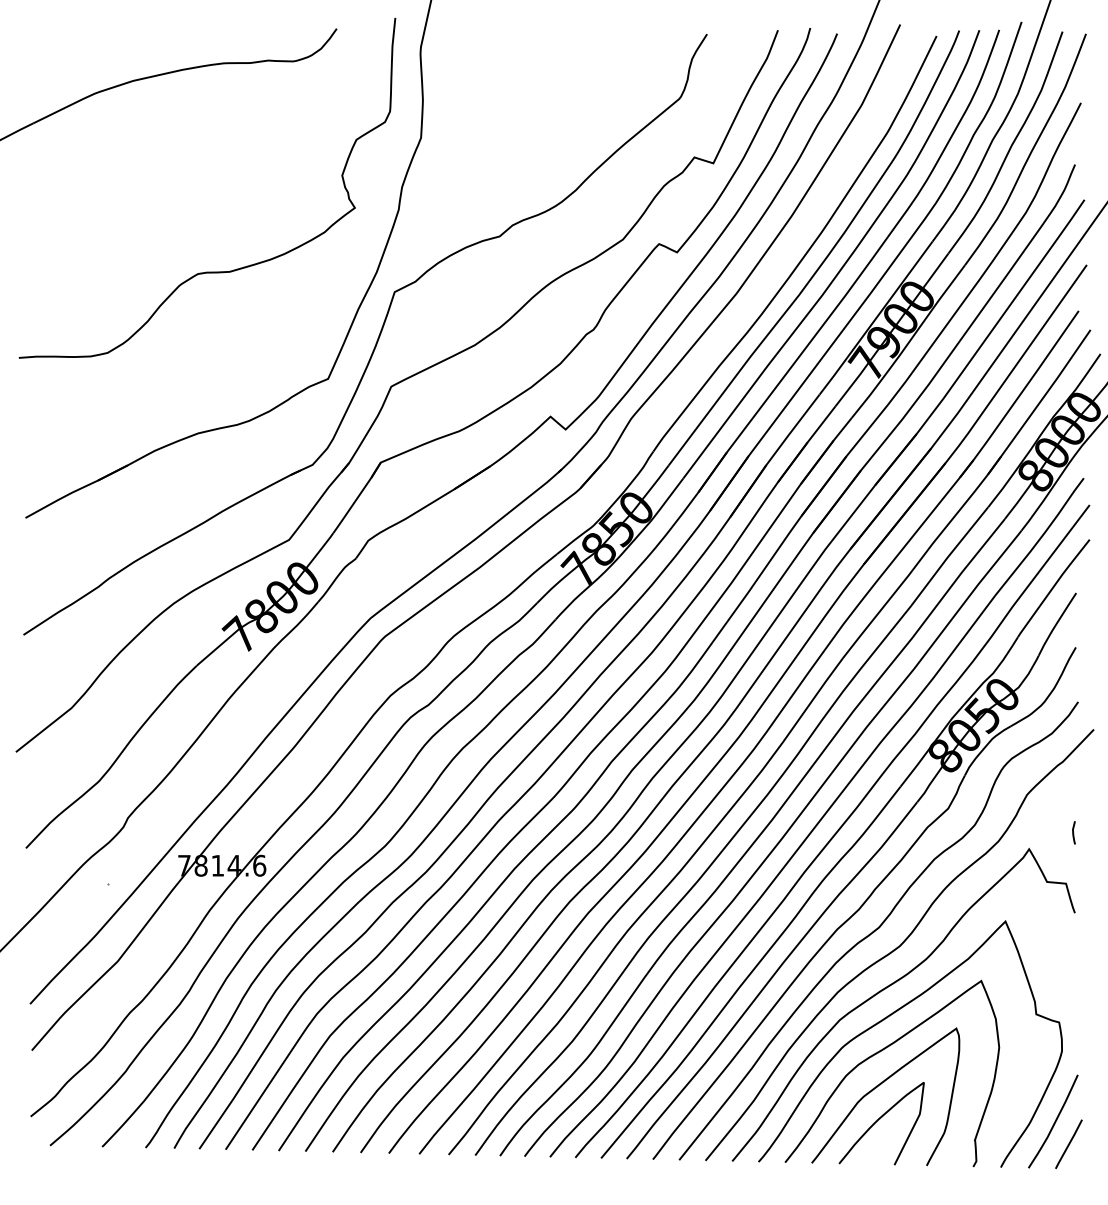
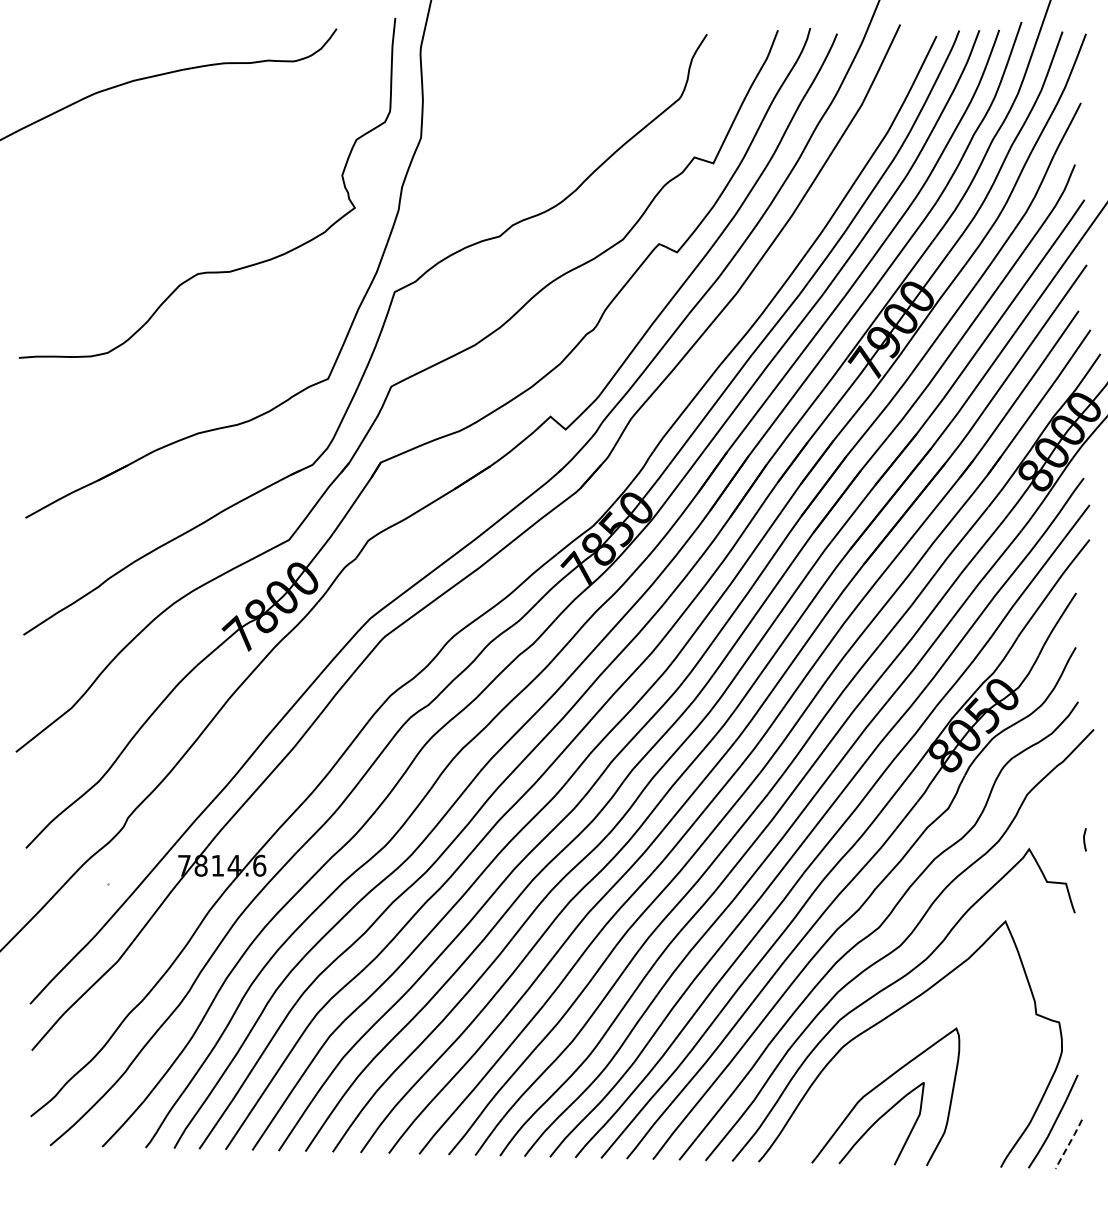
line at (1073, 832) position: (1073, 832) -> (1084, 839)
curve at (880, 1052): present -> none
line at (1068, 1144): solid -> dashed
